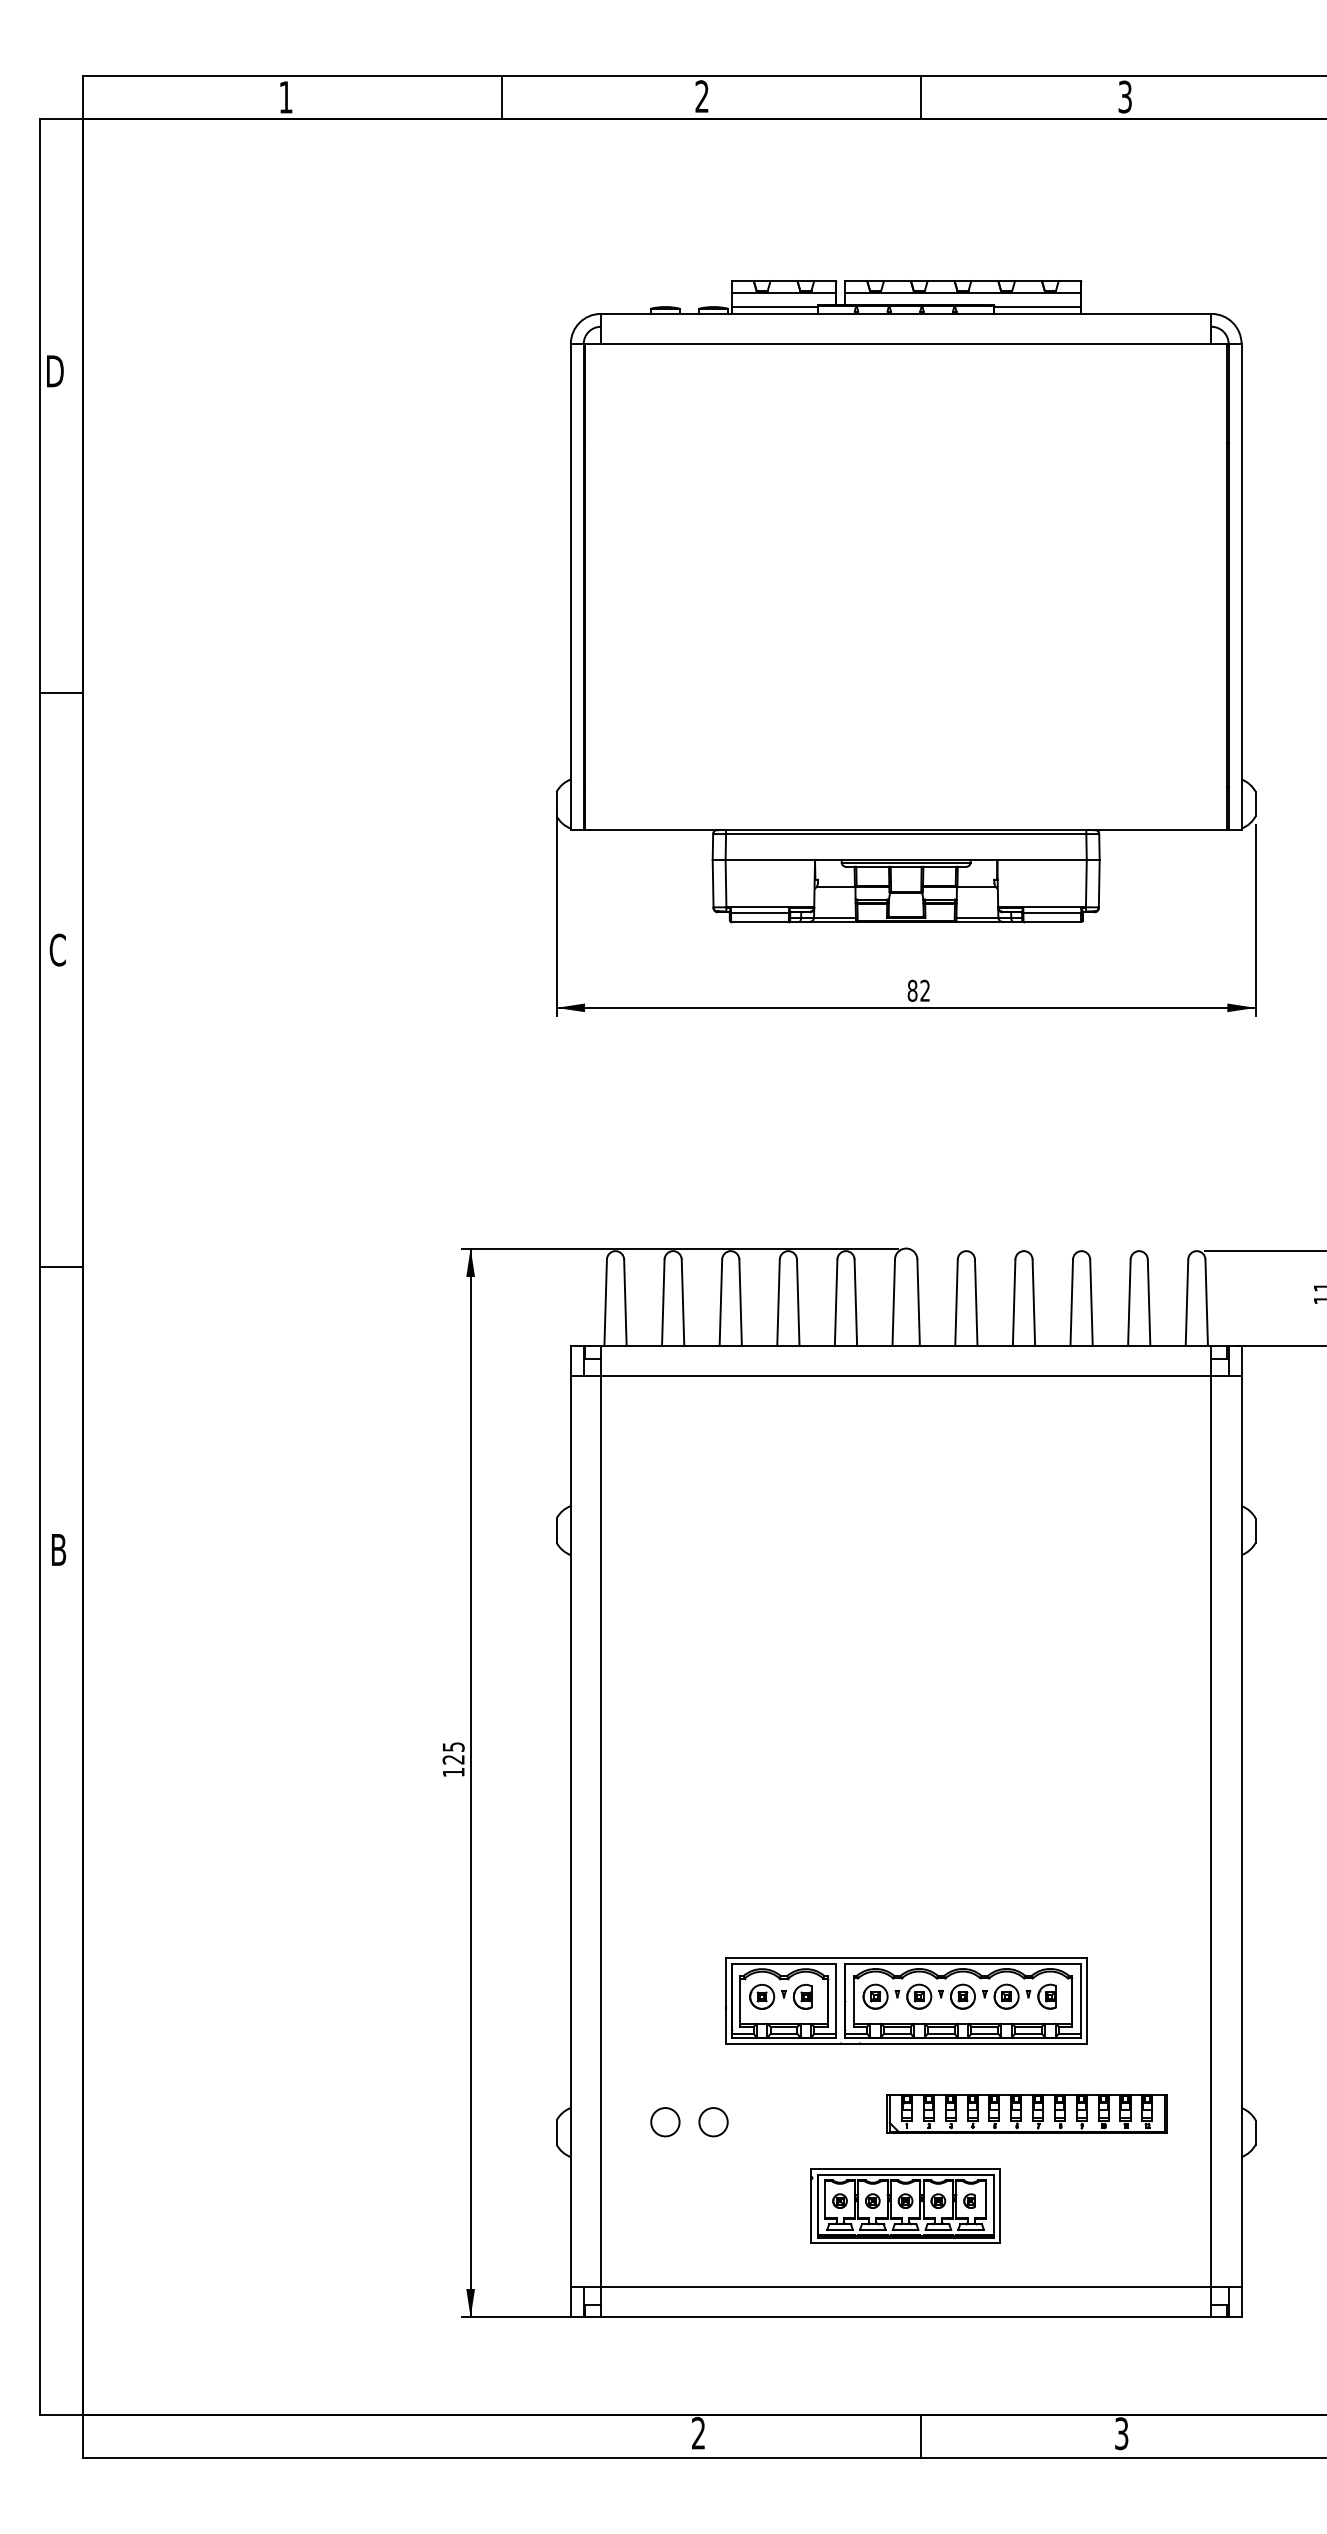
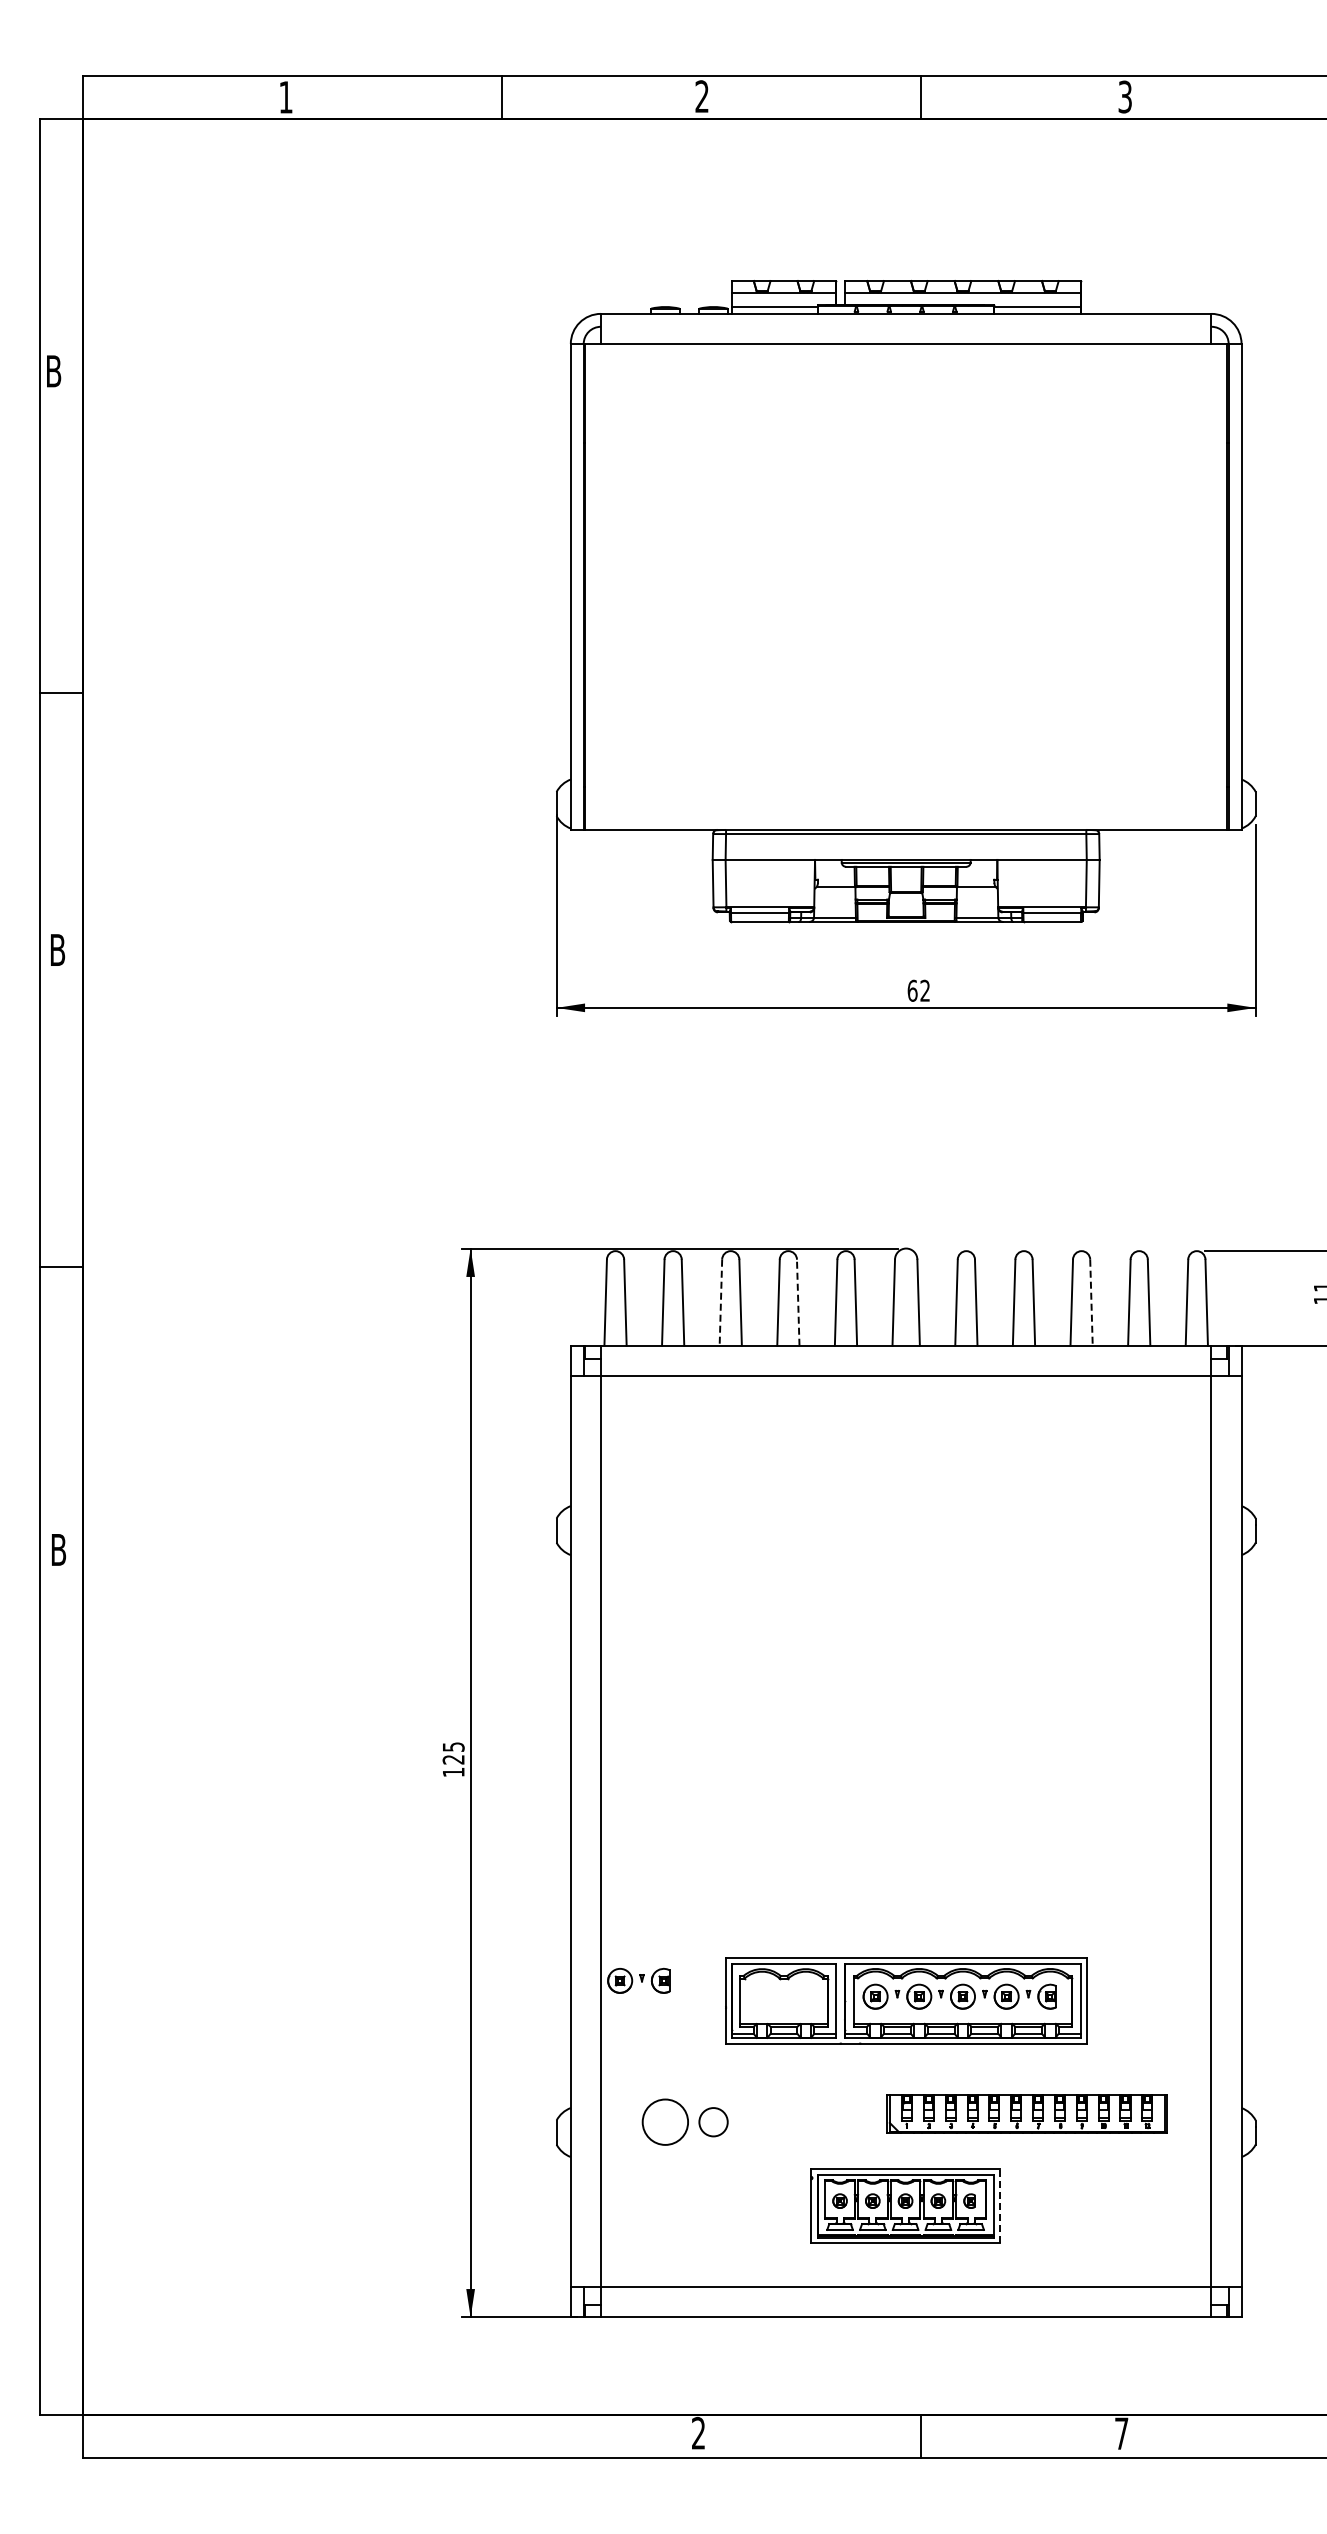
text at (56, 371): D -> B
text at (57, 949): C -> B
text at (912, 990): 82 -> 62
line at (798, 1302): solid -> dashed
line at (720, 1303): solid -> dashed
line at (1091, 1303): solid -> dashed
part at (780, 1996) position: (780, 1996) -> (638, 1980)
circle at (665, 2122) diameter: 28 px -> 45 px
line at (999, 2205): solid -> dashed
text at (1121, 2433): 3 -> 7
